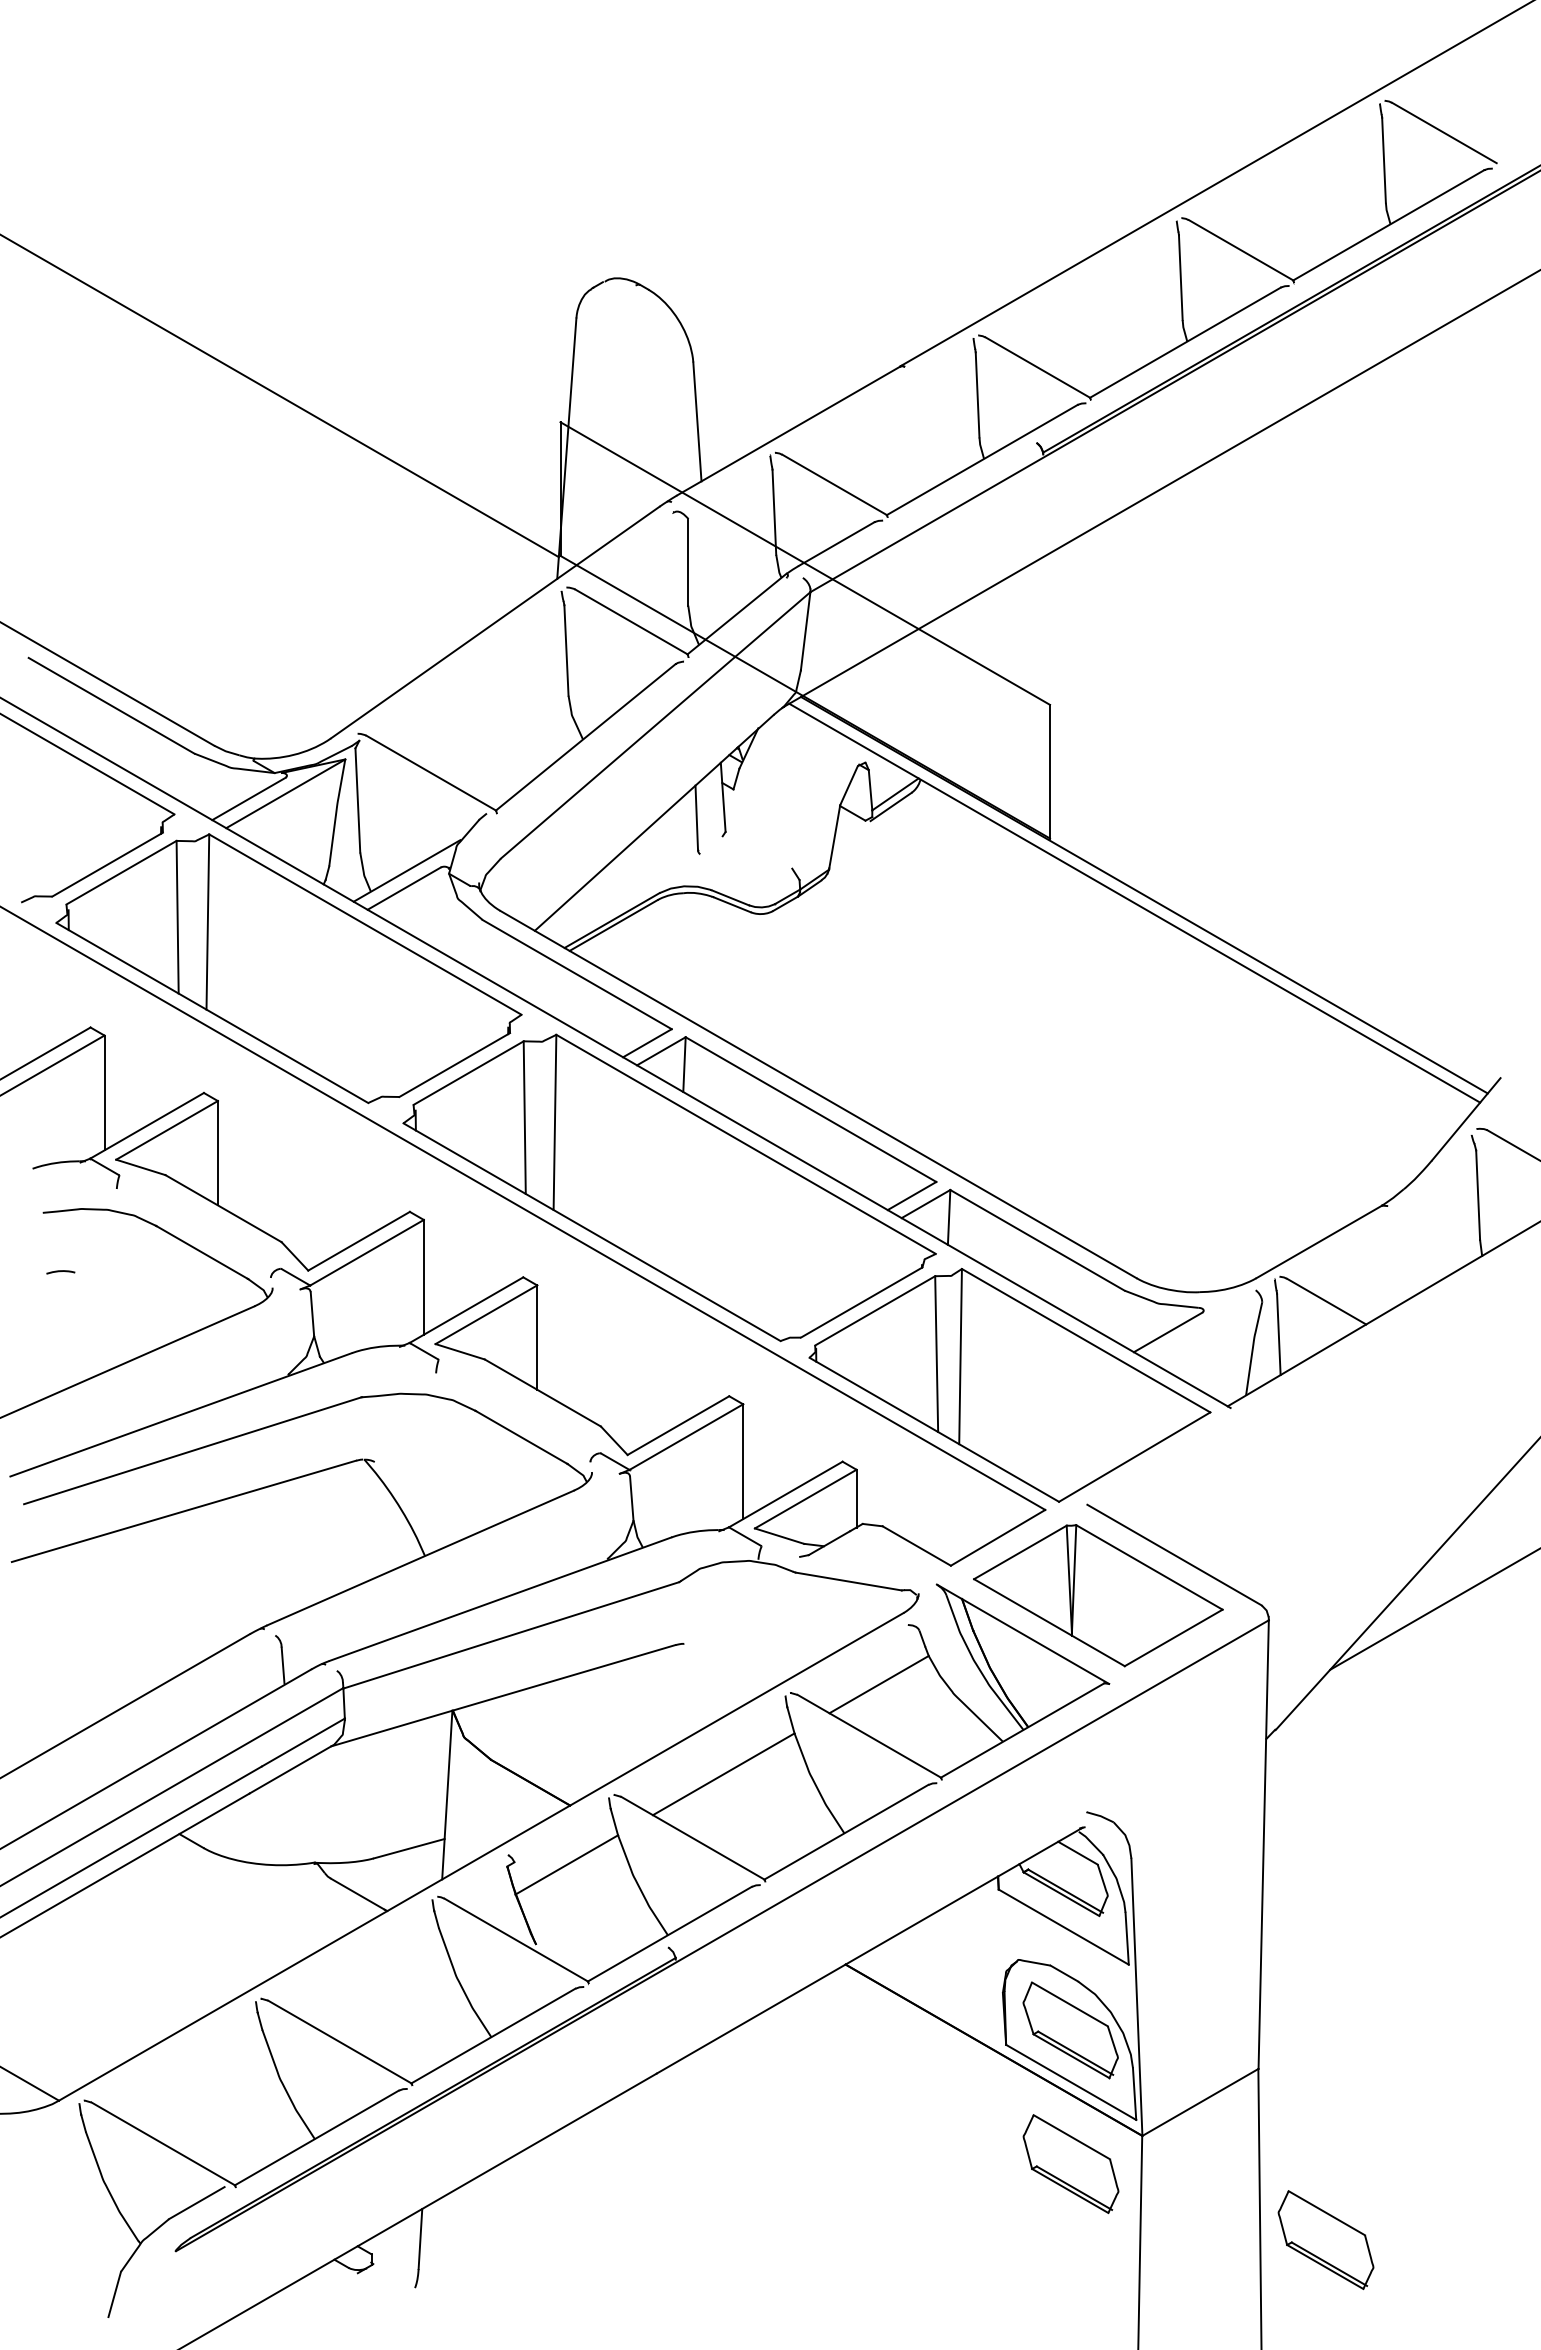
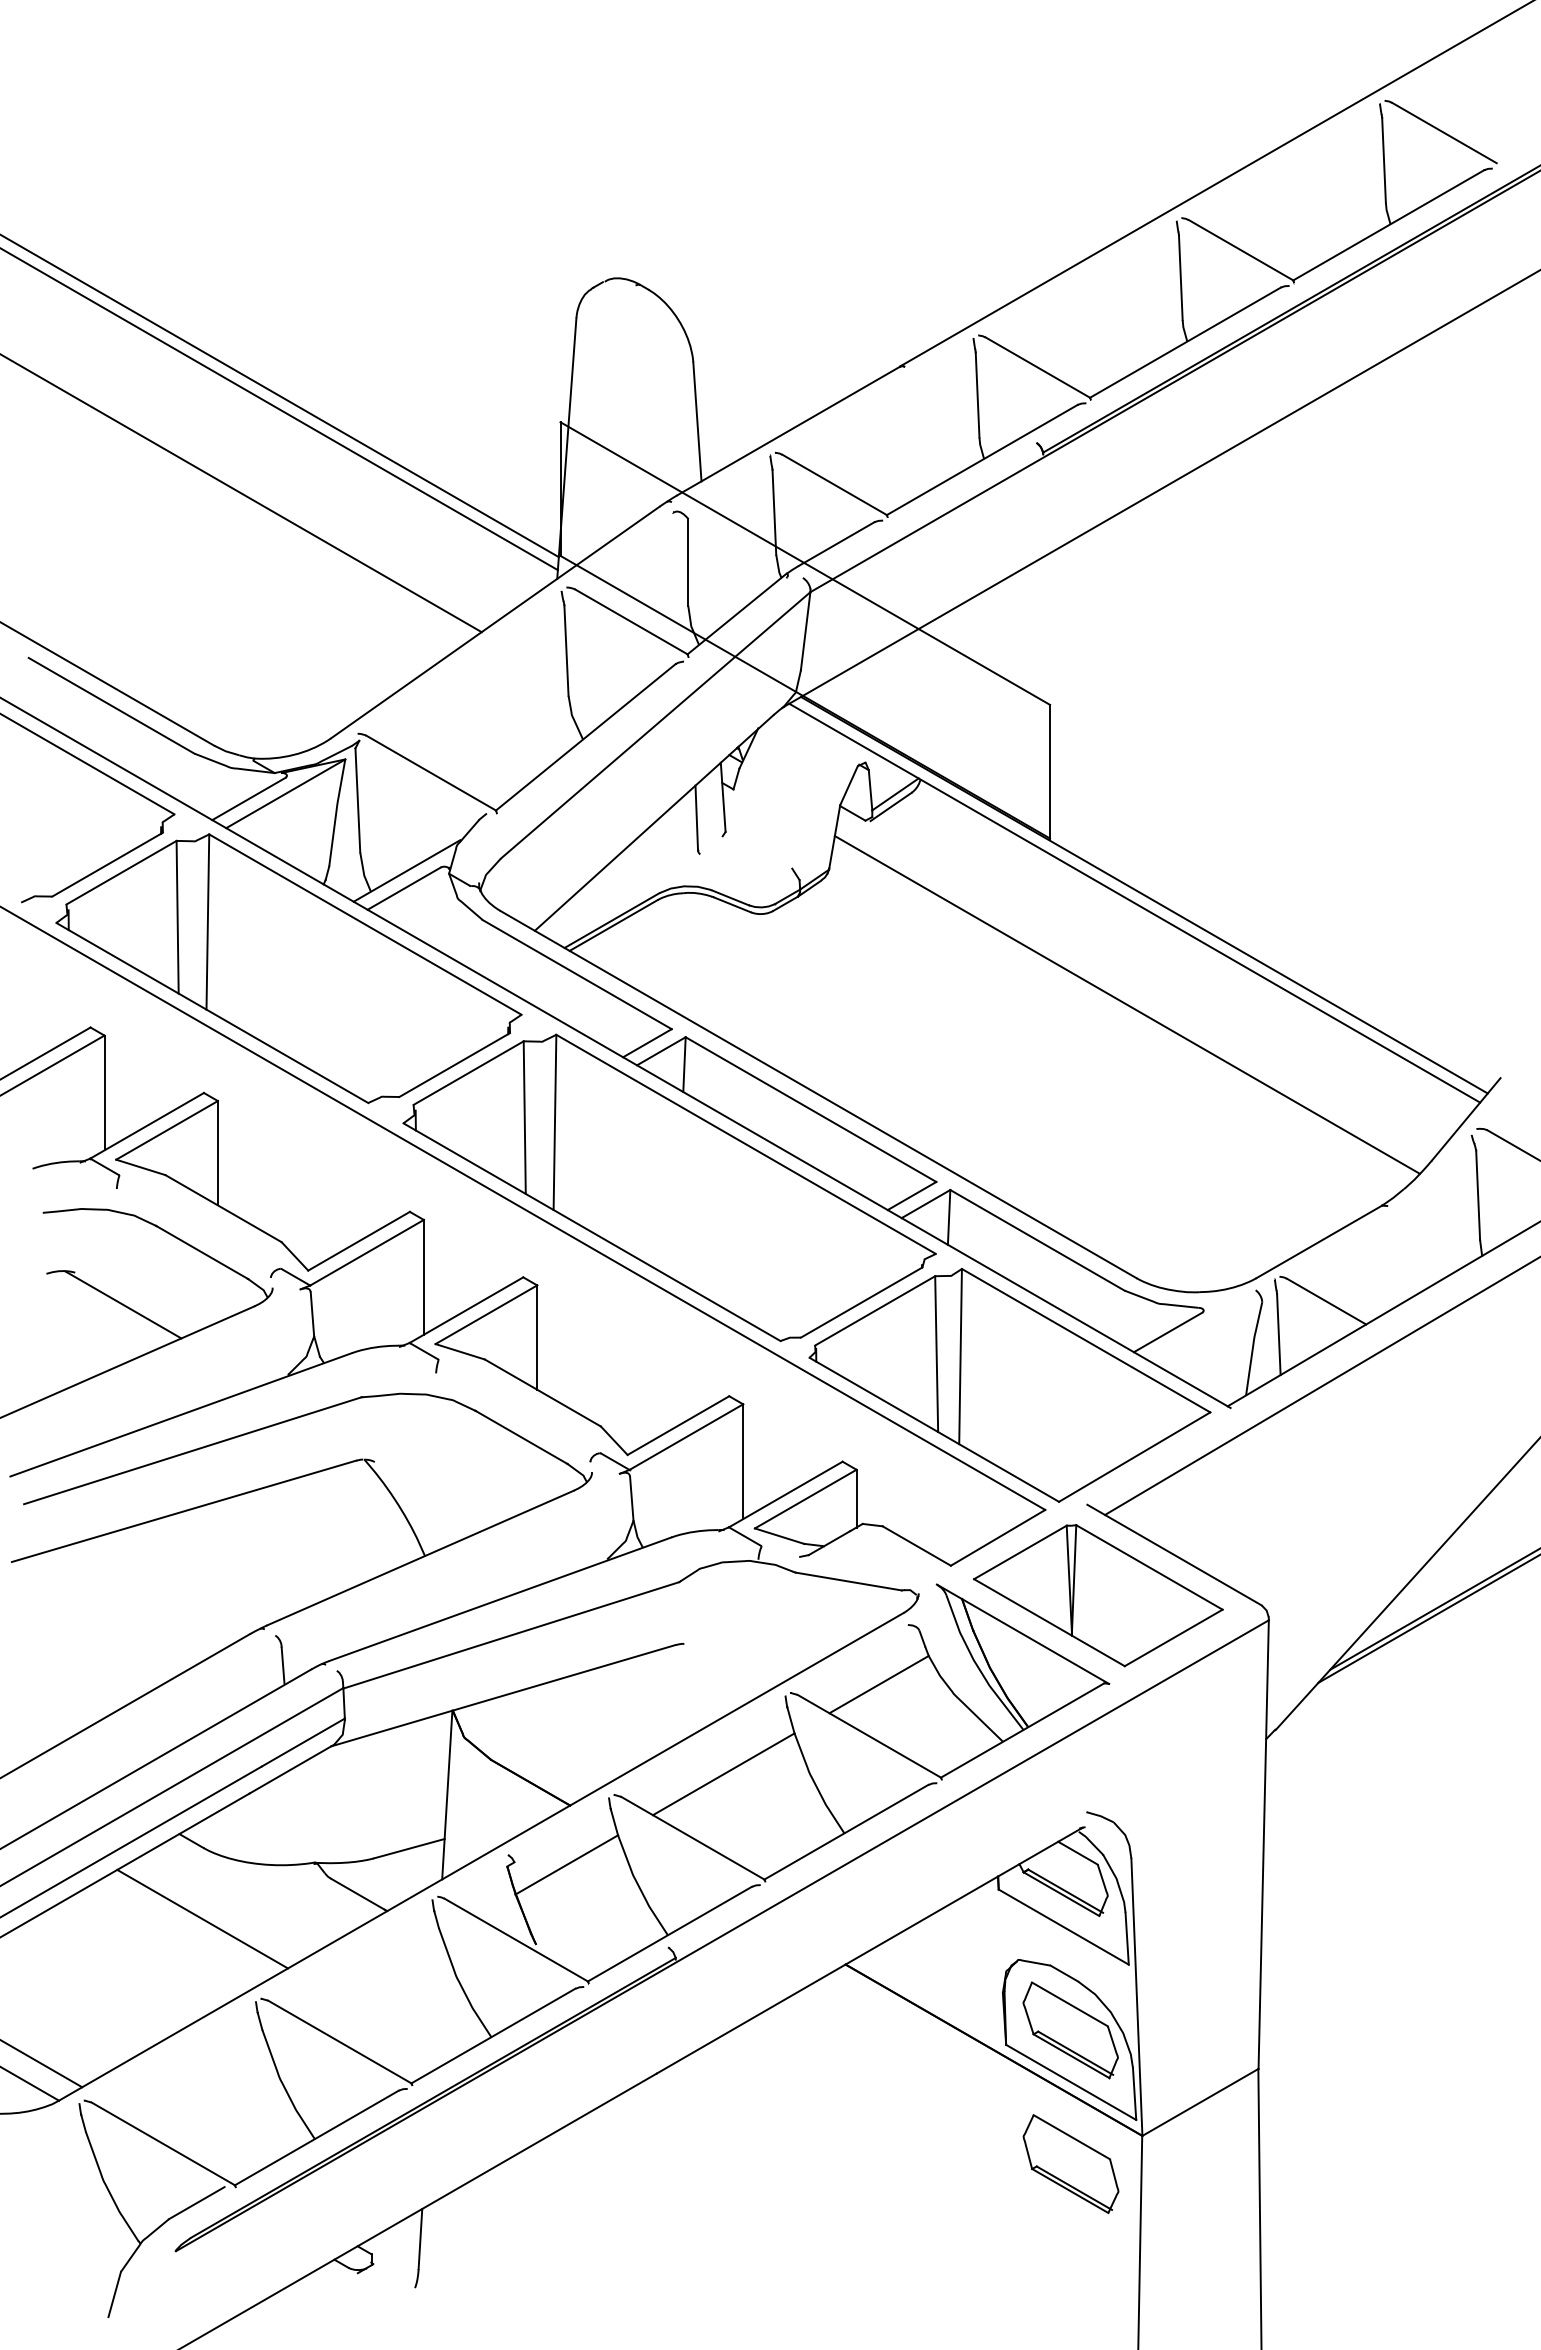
line at (279, 409): none -> present
line at (241, 493): none -> present
line at (1126, 1004): none -> present
line at (123, 1304): none -> present
line at (1321, 1386): none -> present
line at (1427, 1619): none -> present
line at (202, 1918): none -> present
line at (42, 2064): none -> present
part at (1325, 2239): present -> none
